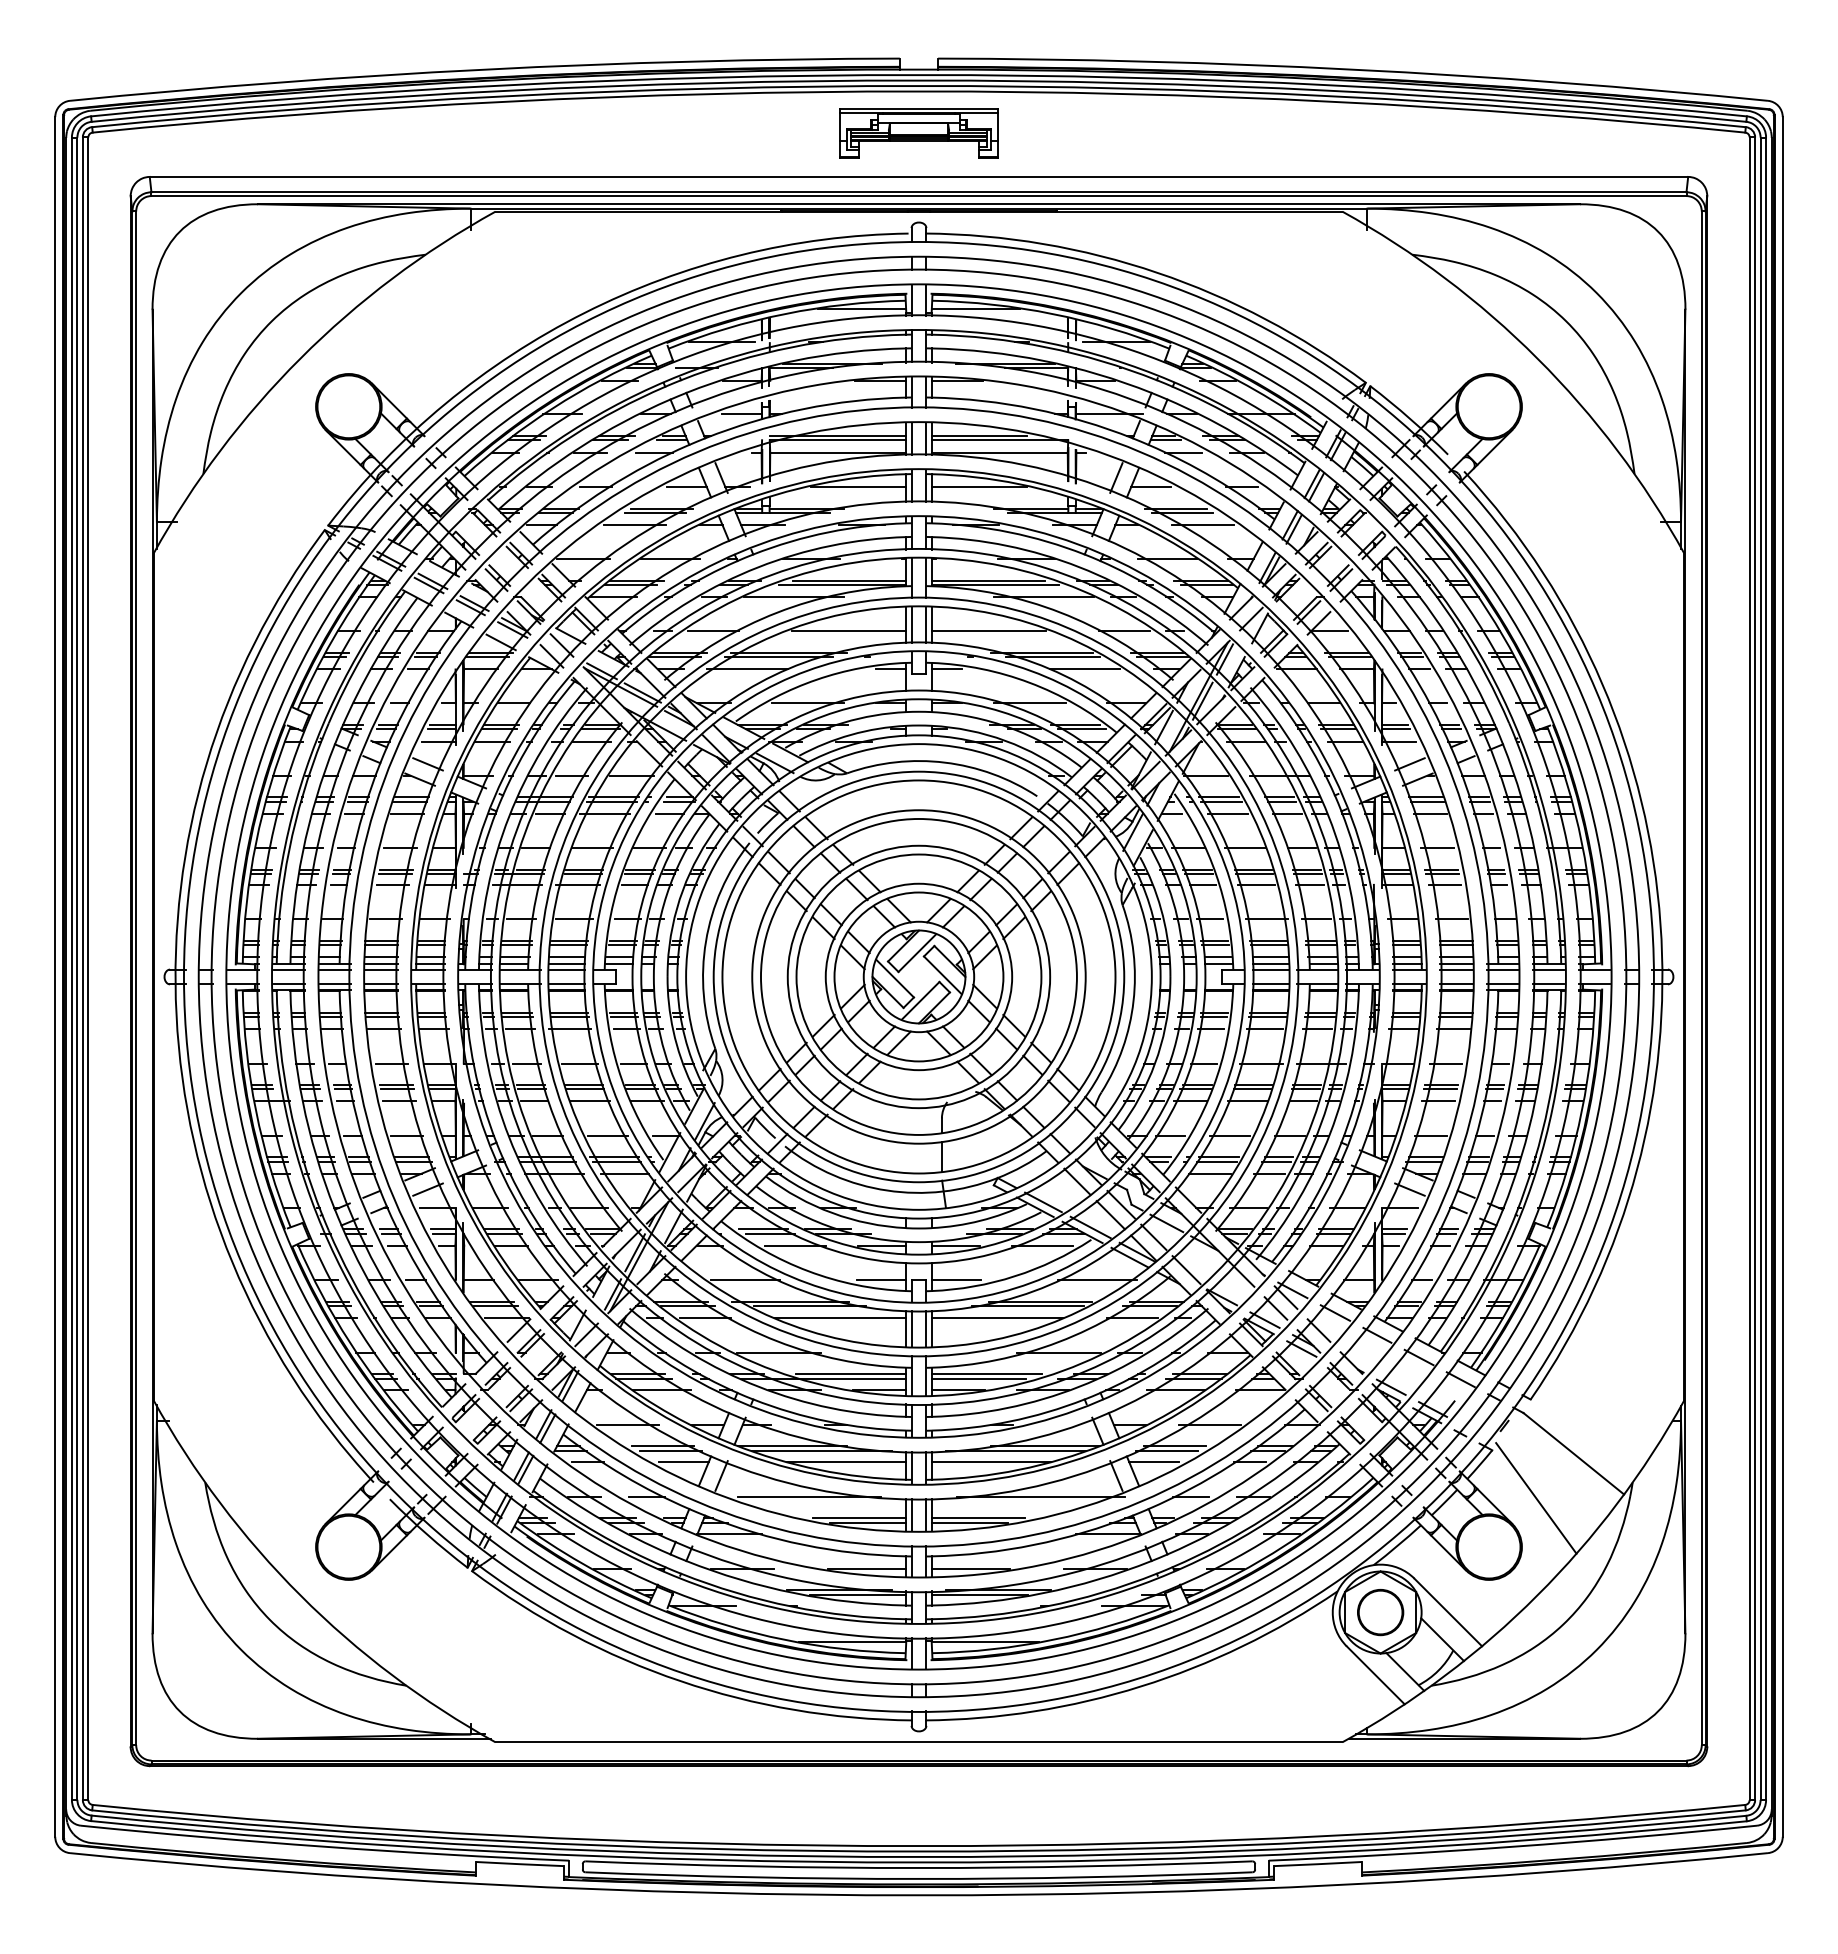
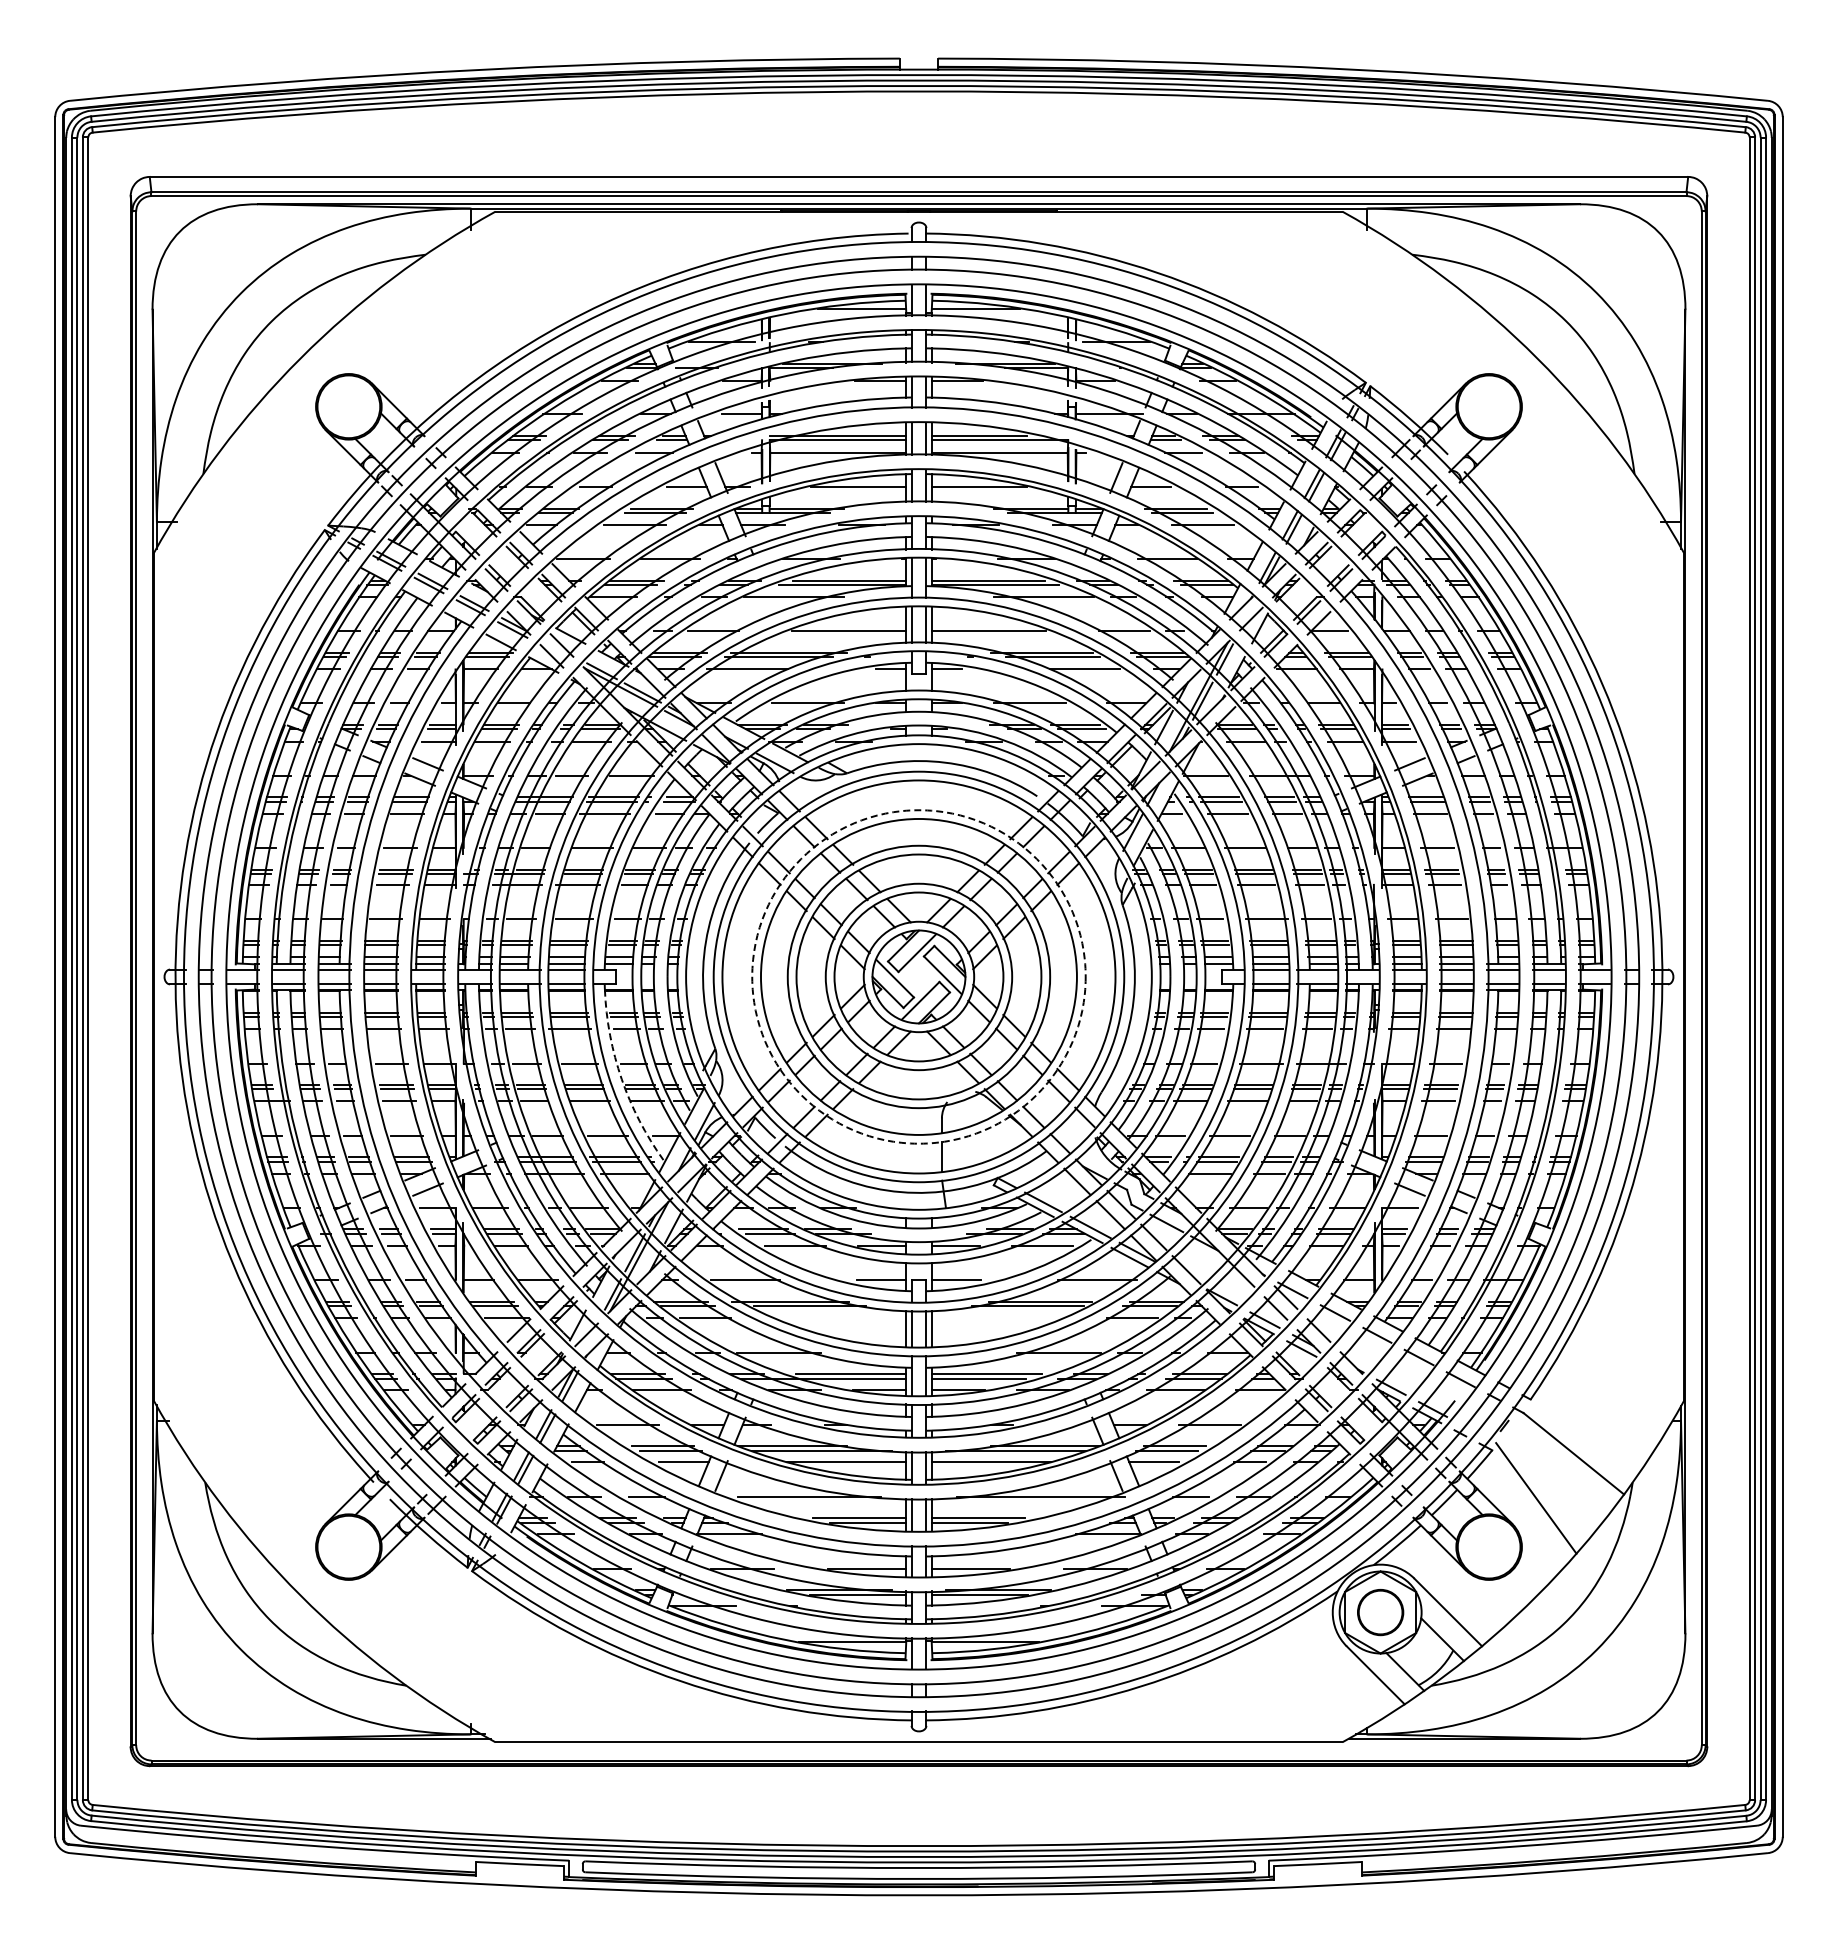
part at (918, 133): present -> none
circle at (918, 976): solid -> dashed
arc at (621, 1079): solid -> dashed
line at (840, 1317): present -> none
line at (997, 1317): present -> none
